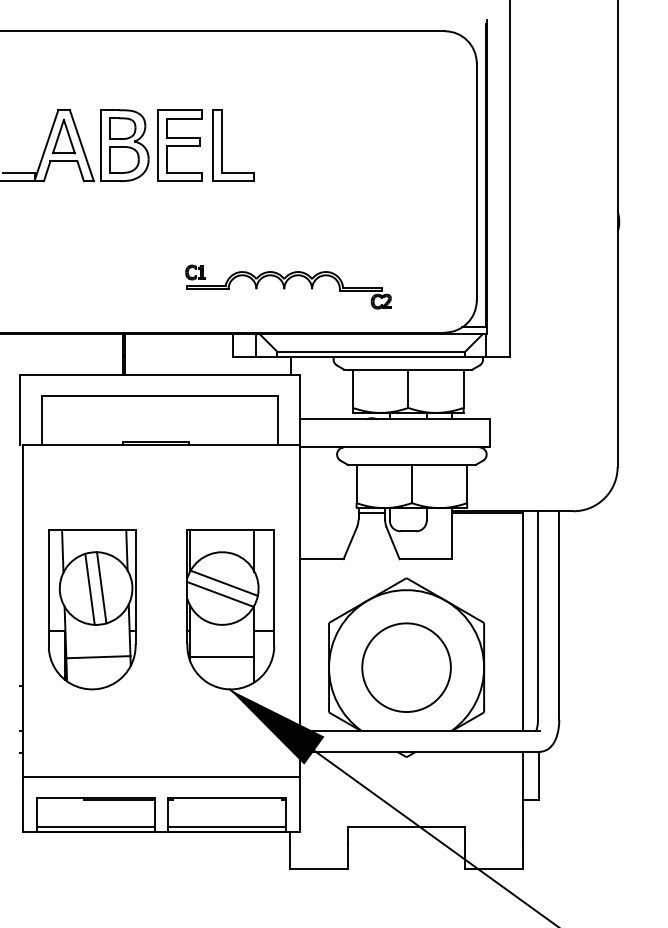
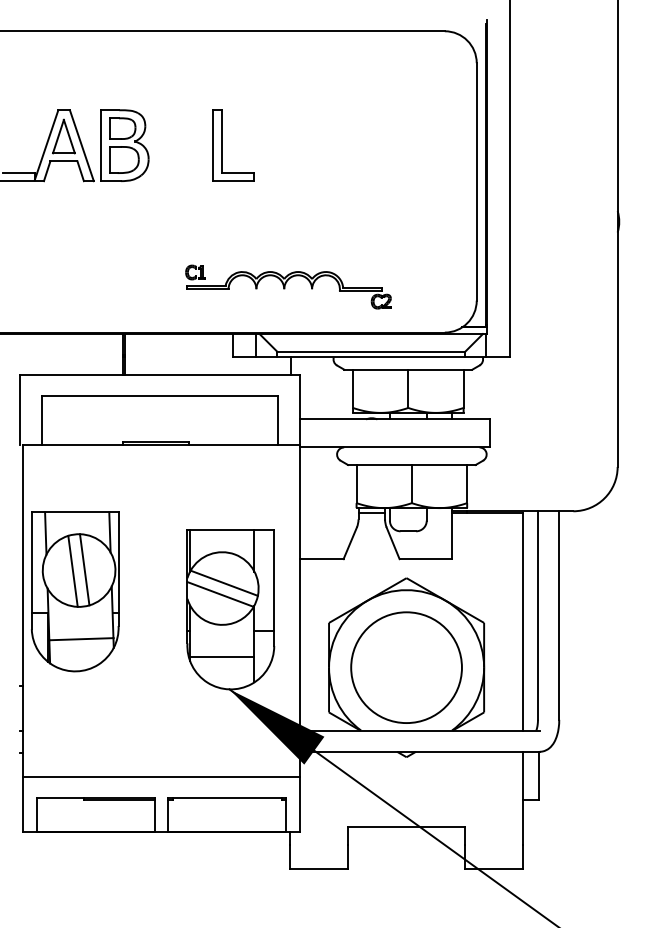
part at (179, 145): present -> none
part at (92, 609) position: (92, 609) -> (75, 591)
circle at (406, 667) diameter: 89 px -> 111 px
line at (95, 826): present -> none
line at (226, 826): present -> none
